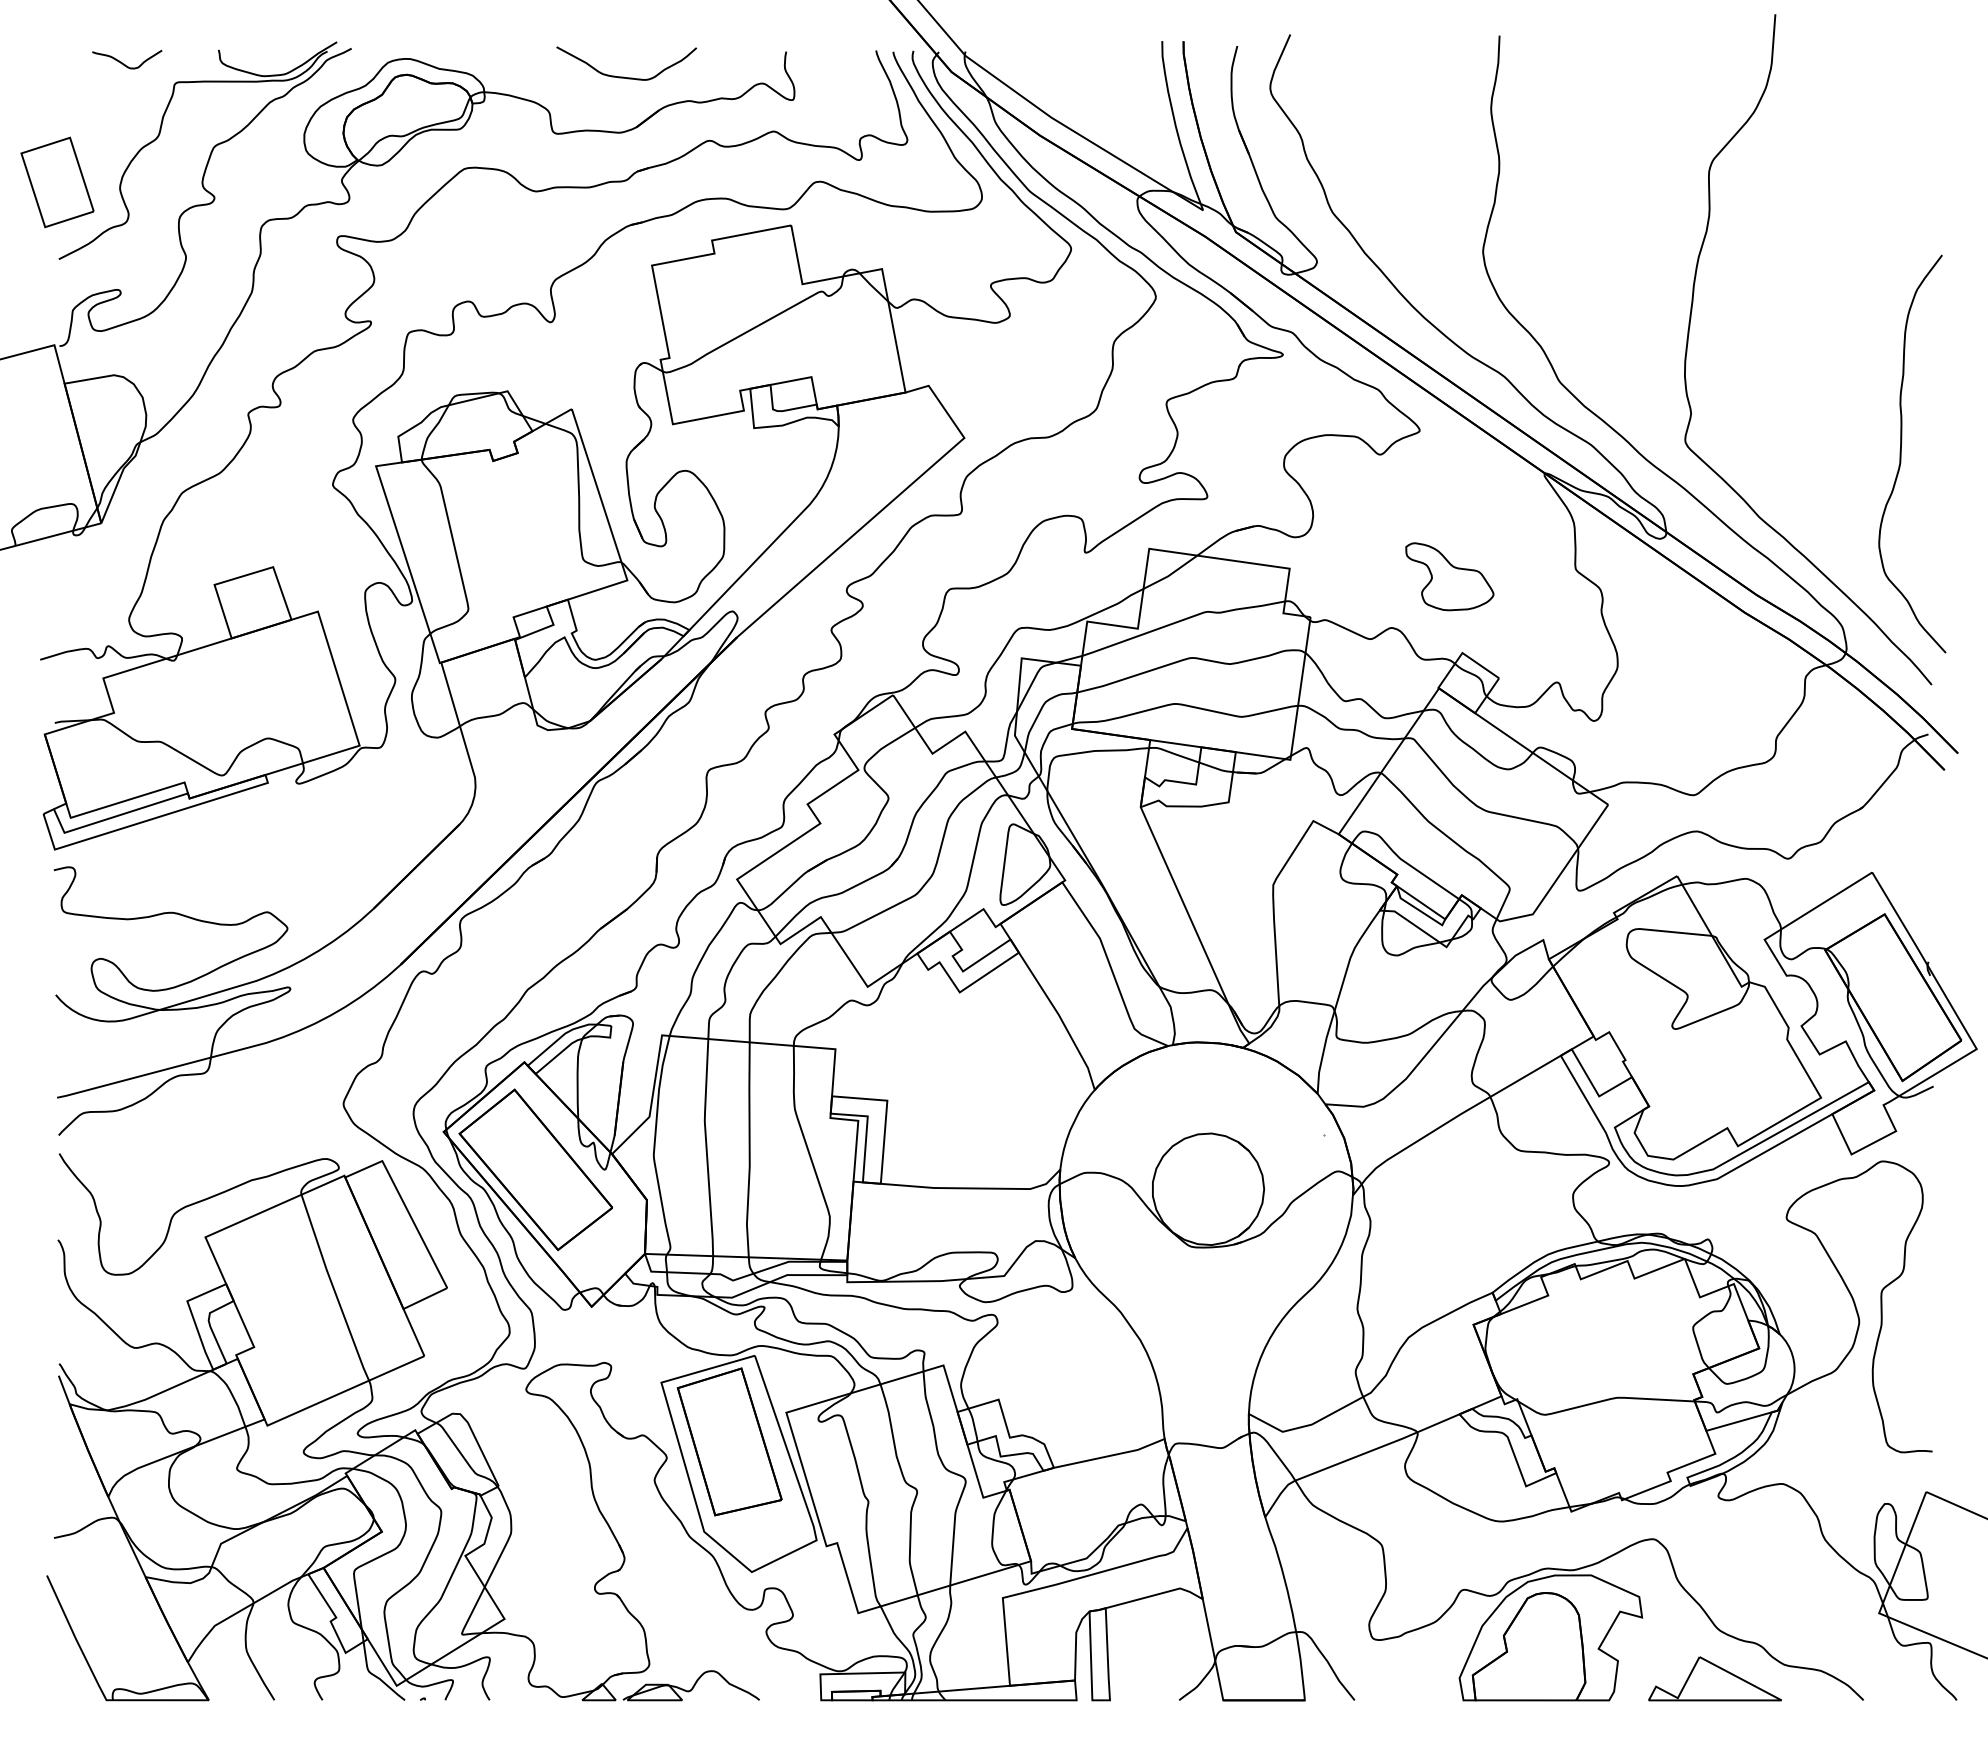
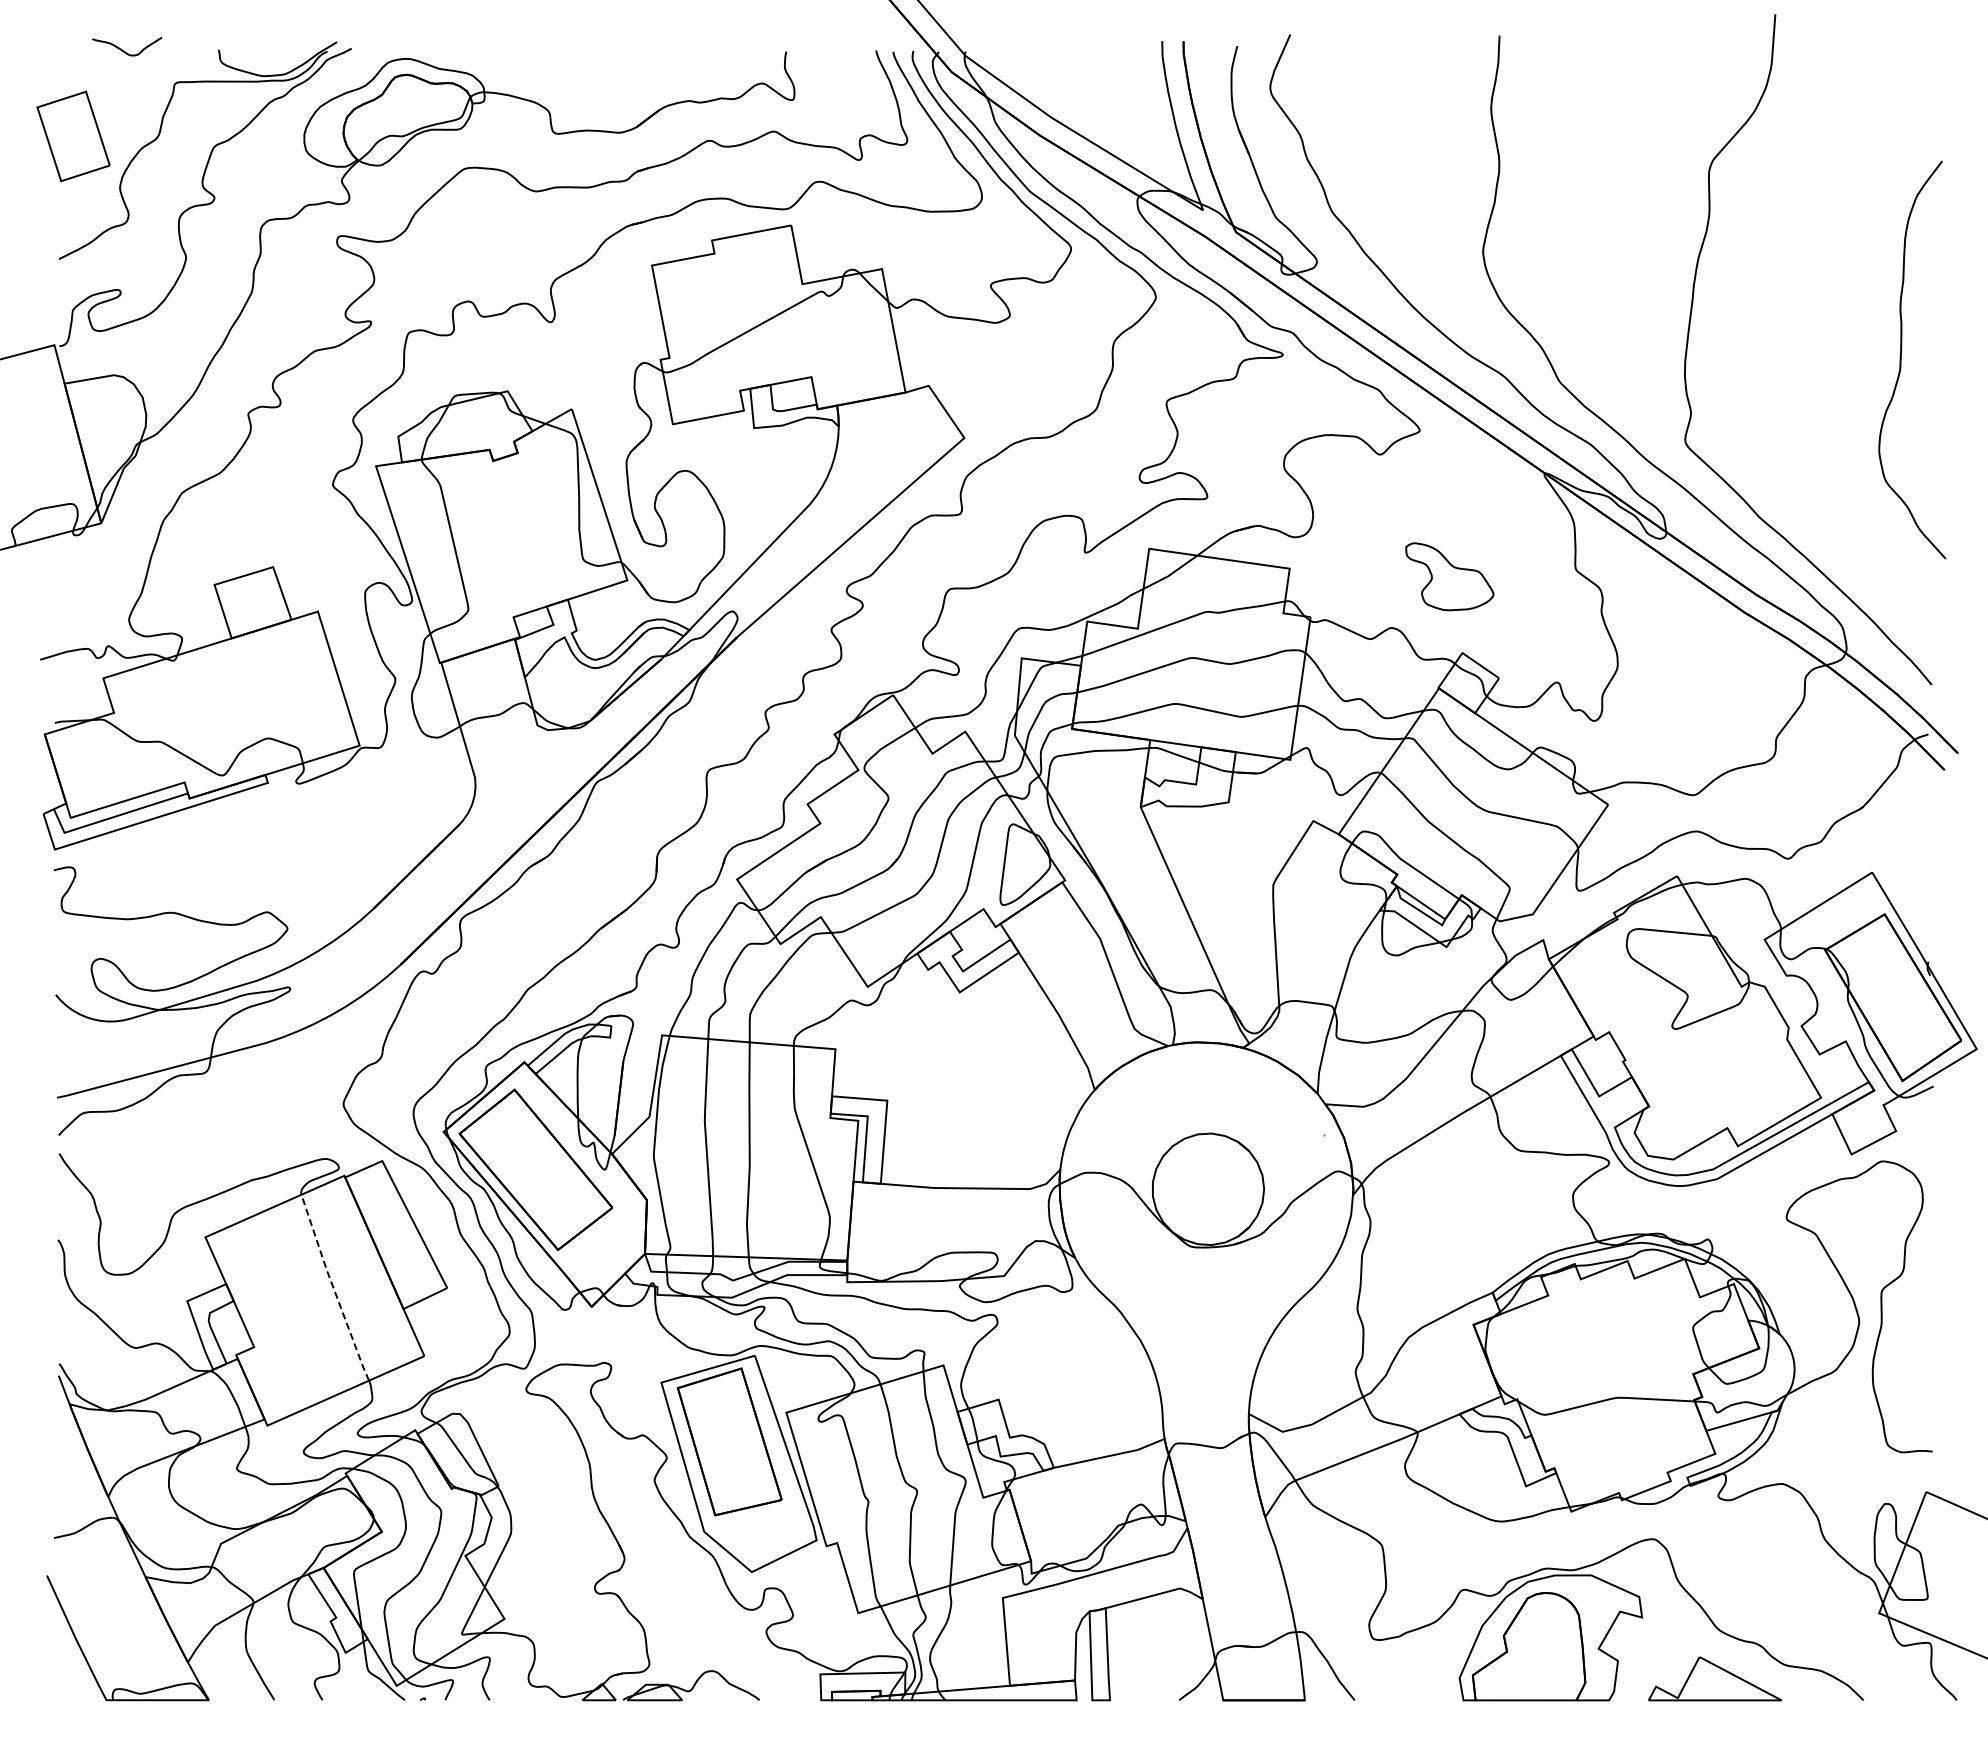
curve at (124, 63) position: (124, 63) -> (124, 50)
curve at (623, 76): present -> none
part at (57, 182) position: (57, 182) -> (73, 136)
curve at (1901, 453) position: (1901, 453) -> (1901, 359)
line at (333, 1287): solid -> dashed
